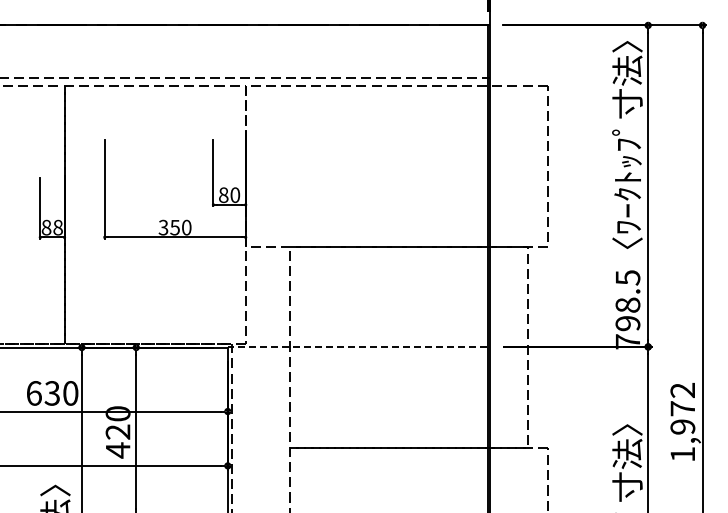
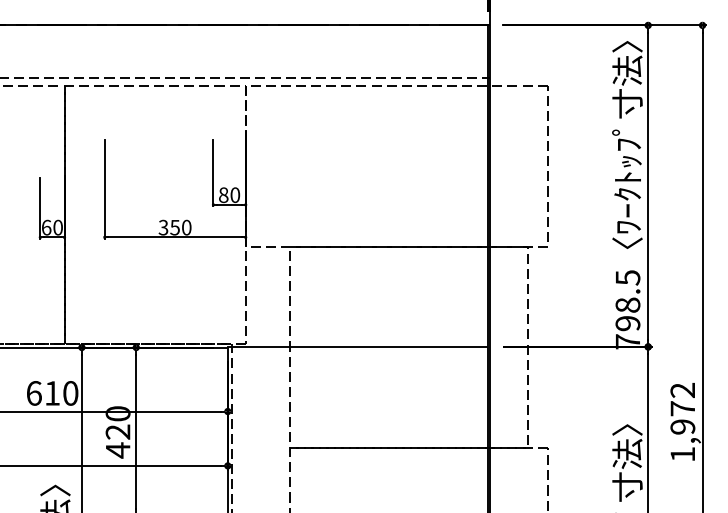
text at (51, 227): 88 -> 60
line at (357, 346): dashed -> solid
text at (51, 393): 630 -> 610
